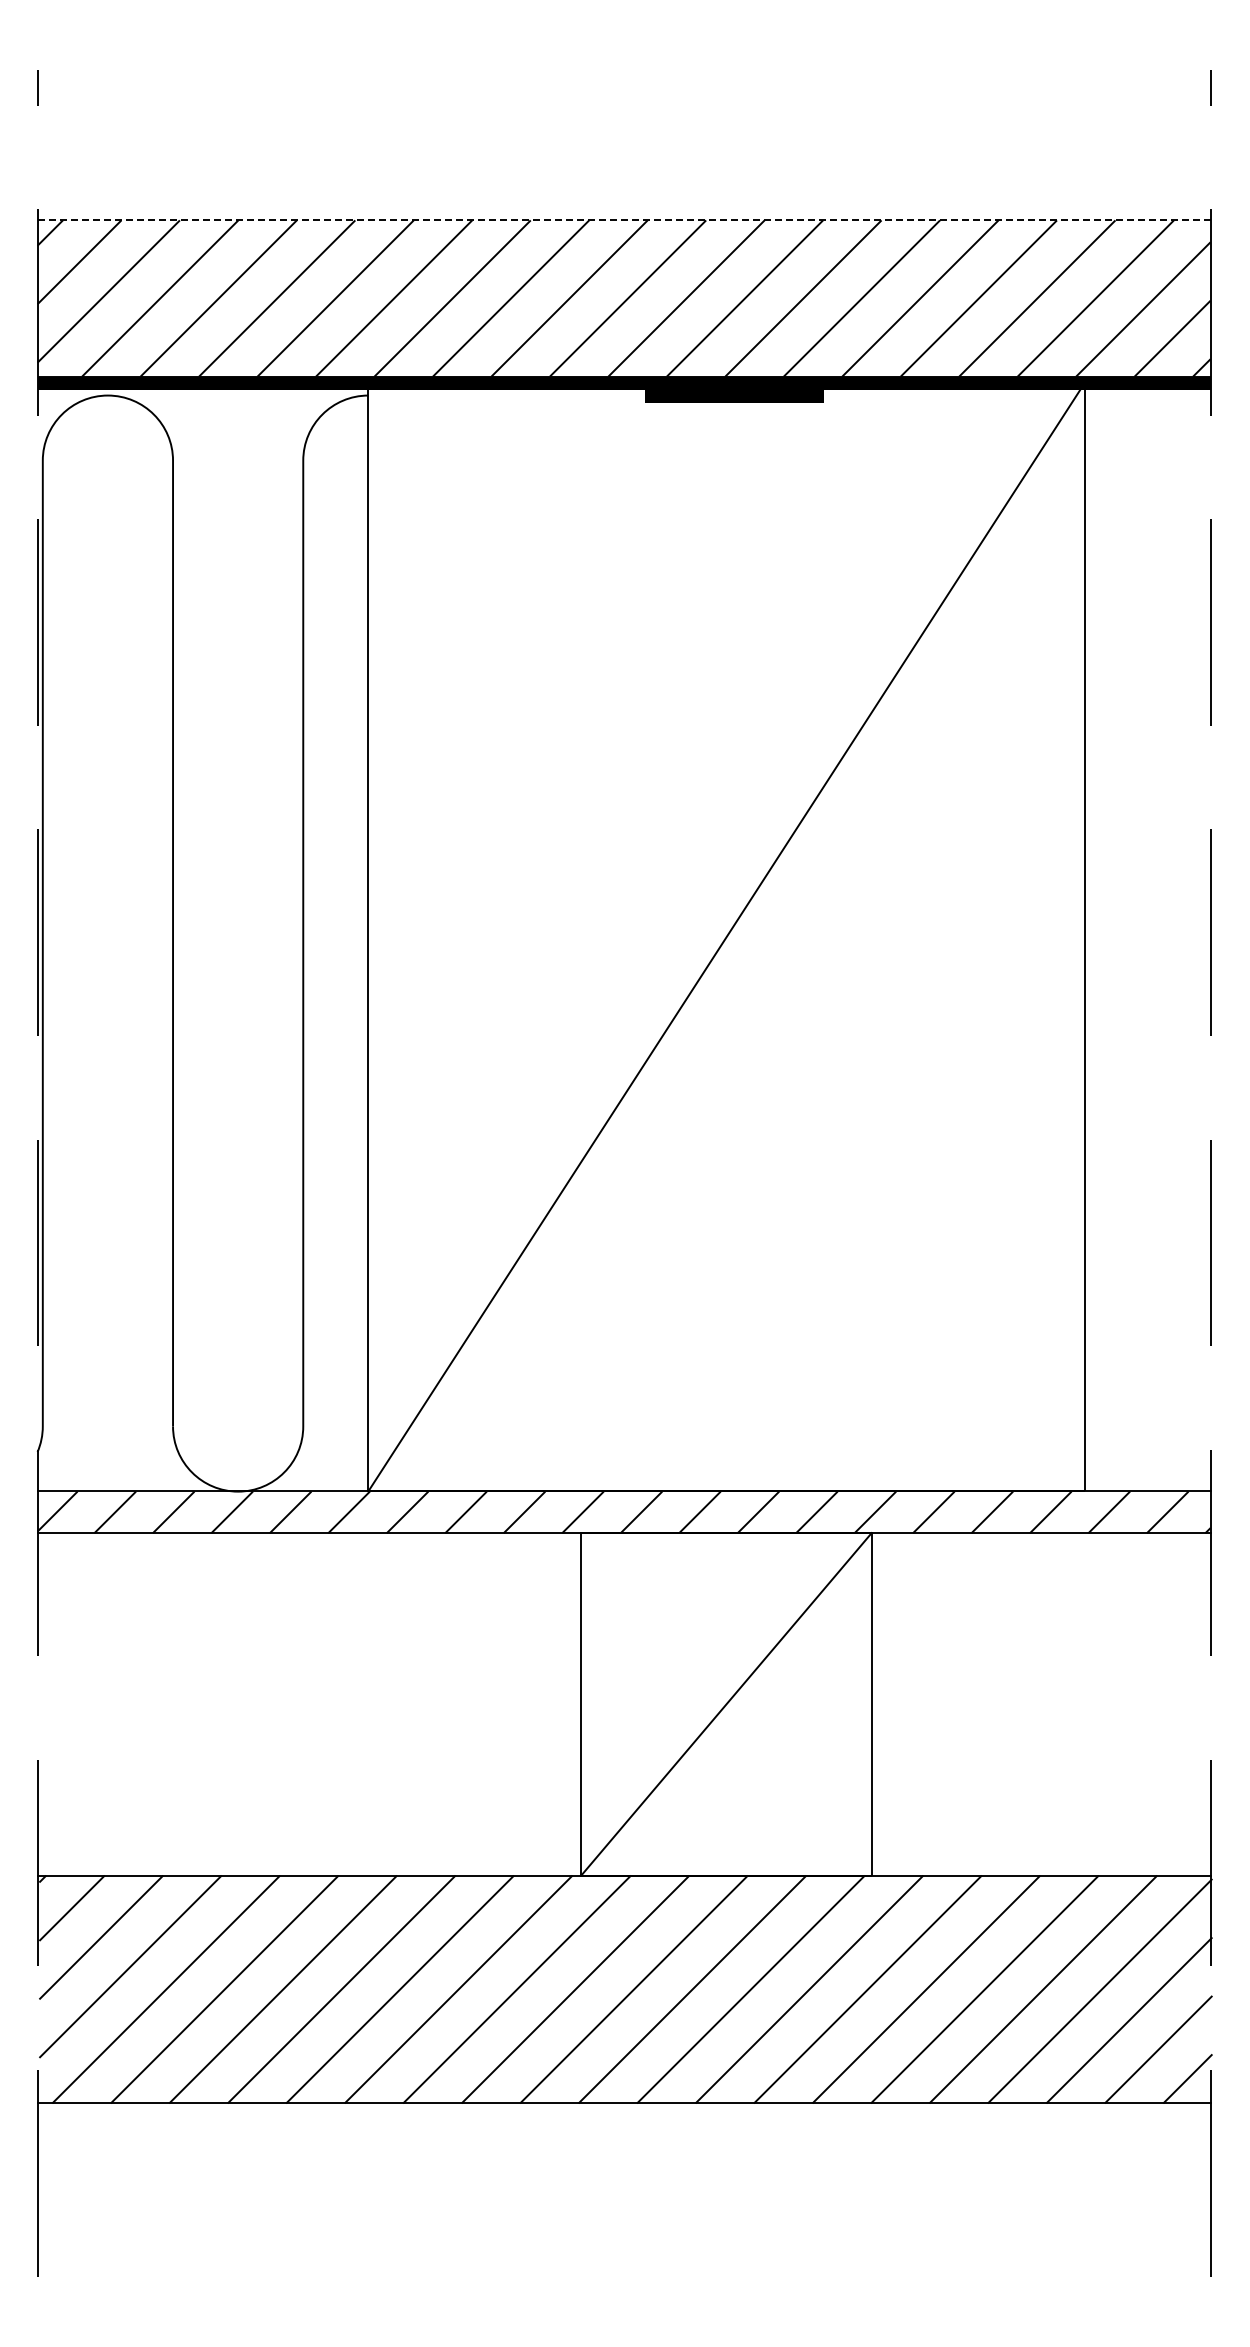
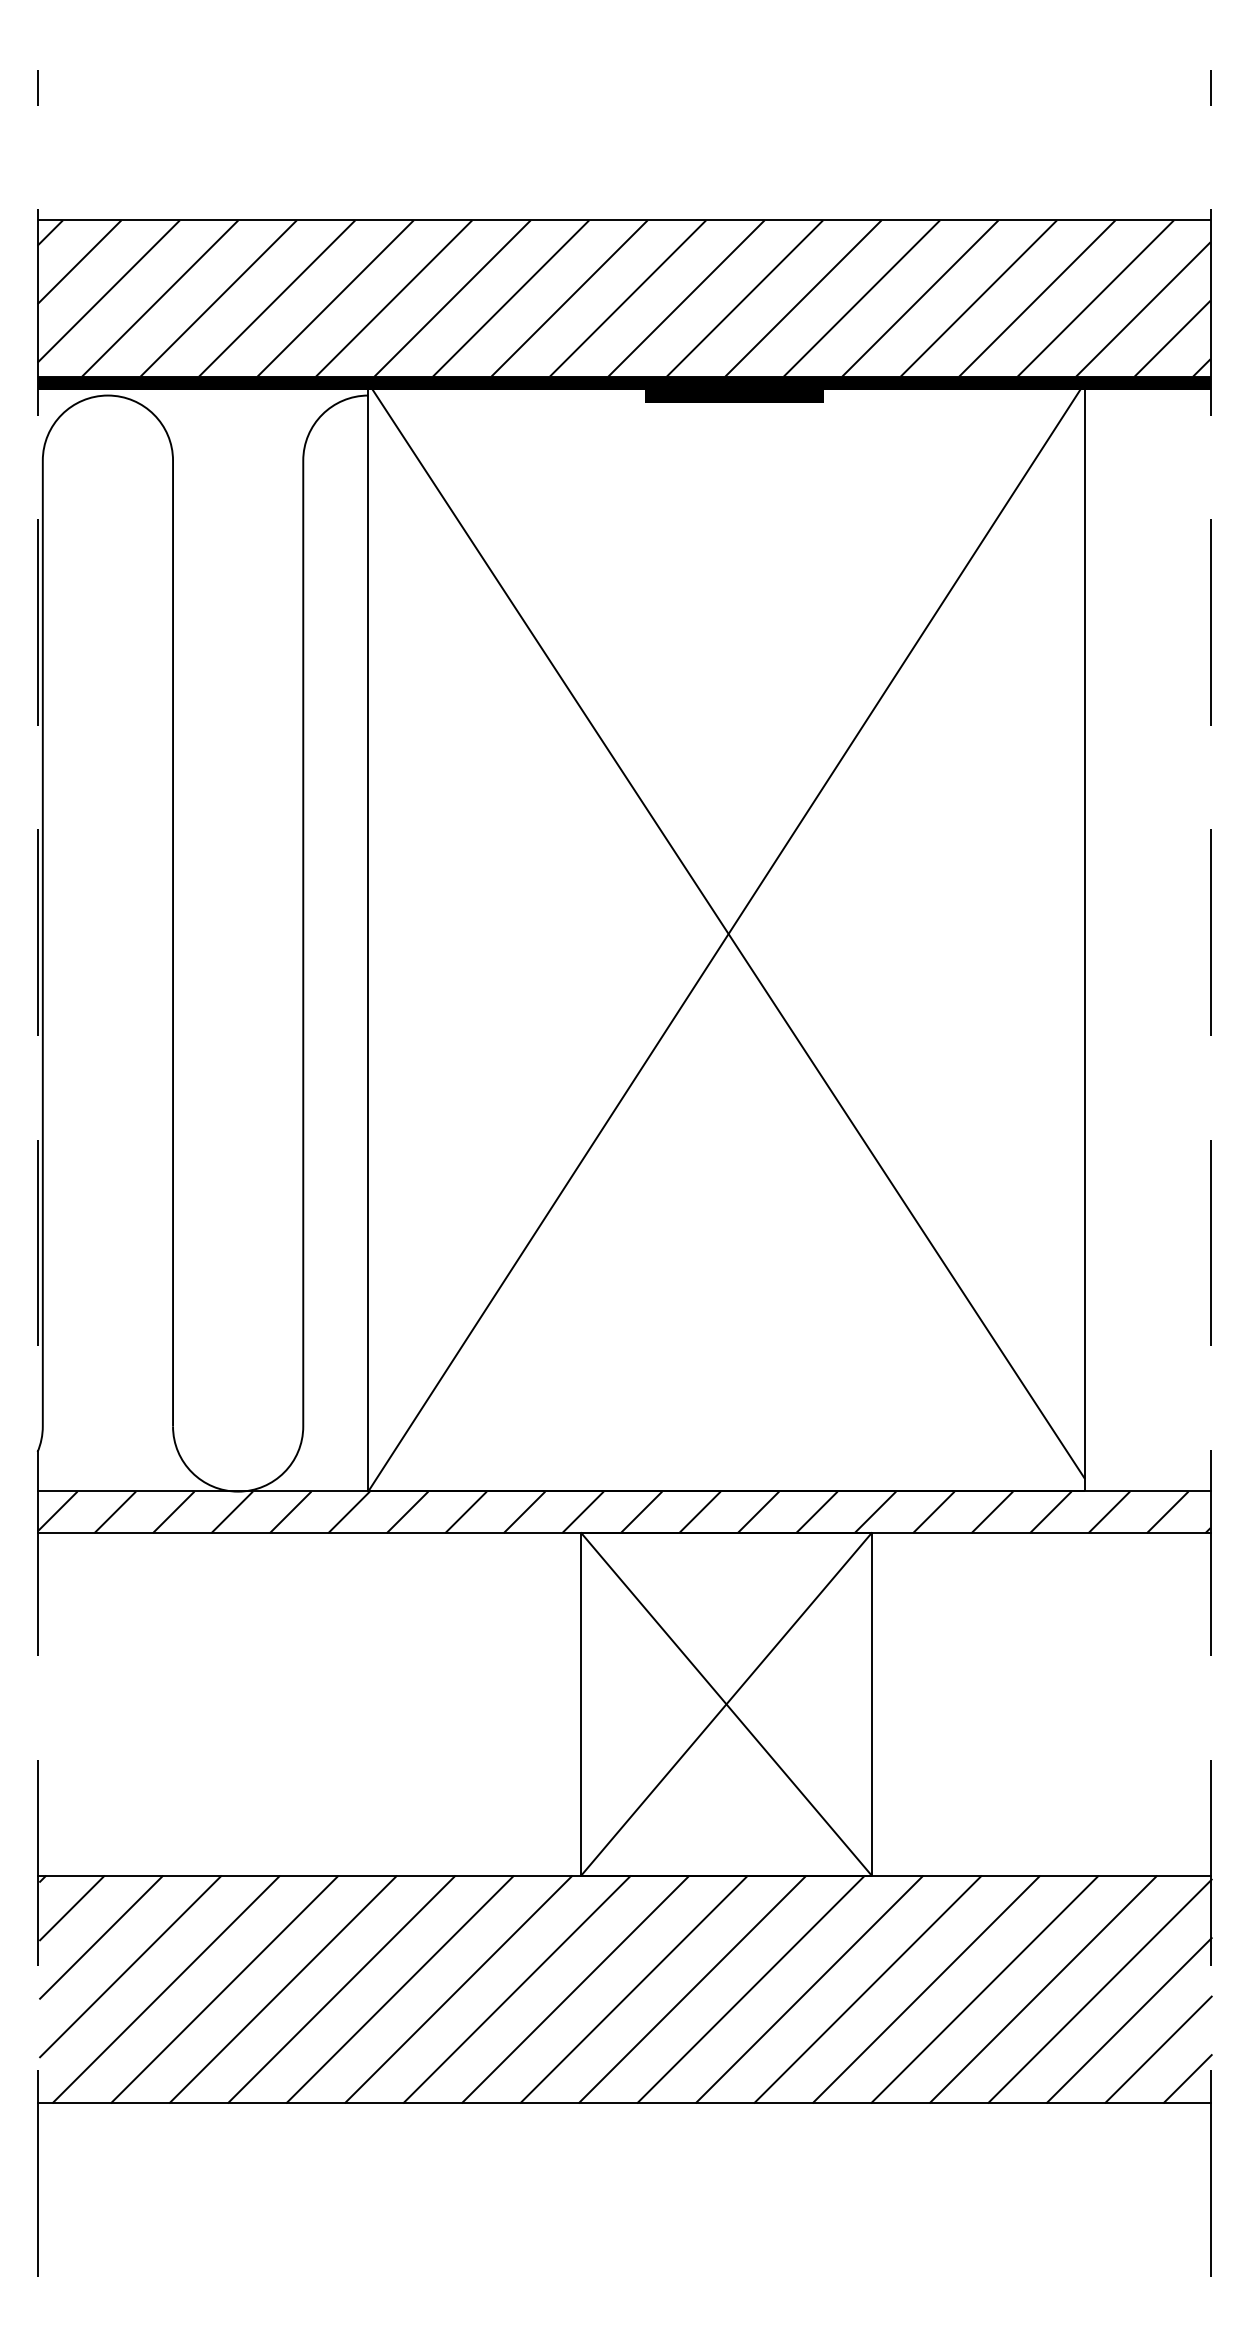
line at (624, 220): dashed -> solid
line at (726, 930): none -> present
line at (726, 1704): none -> present
